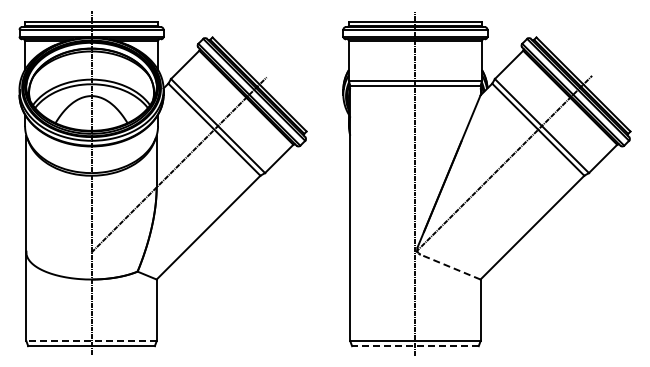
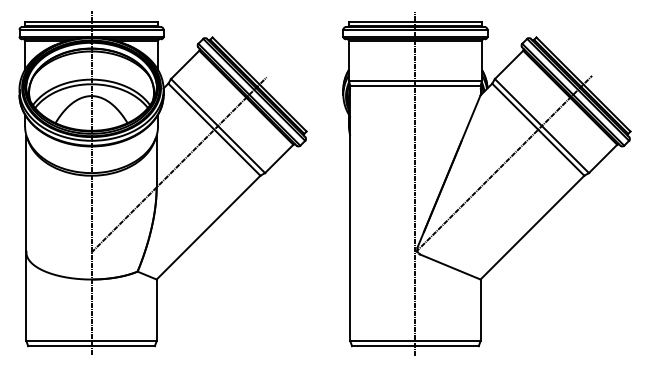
line at (450, 266): dashed -> solid
line at (91, 341): dashed -> solid
line at (414, 346): dashed -> solid
